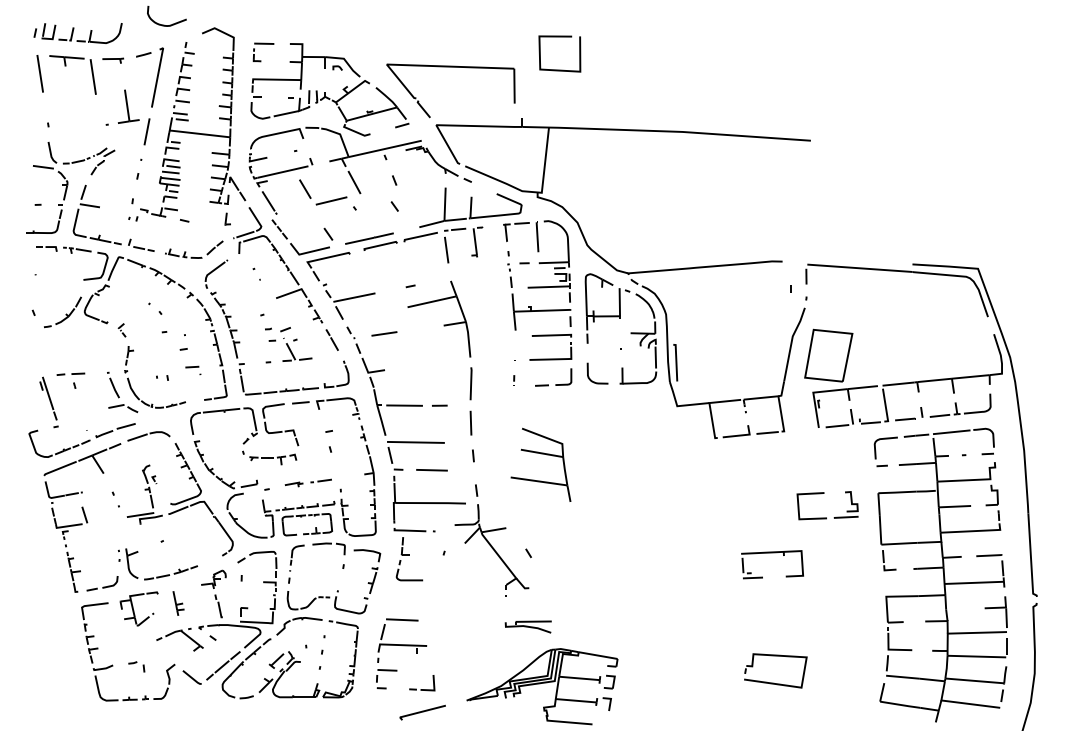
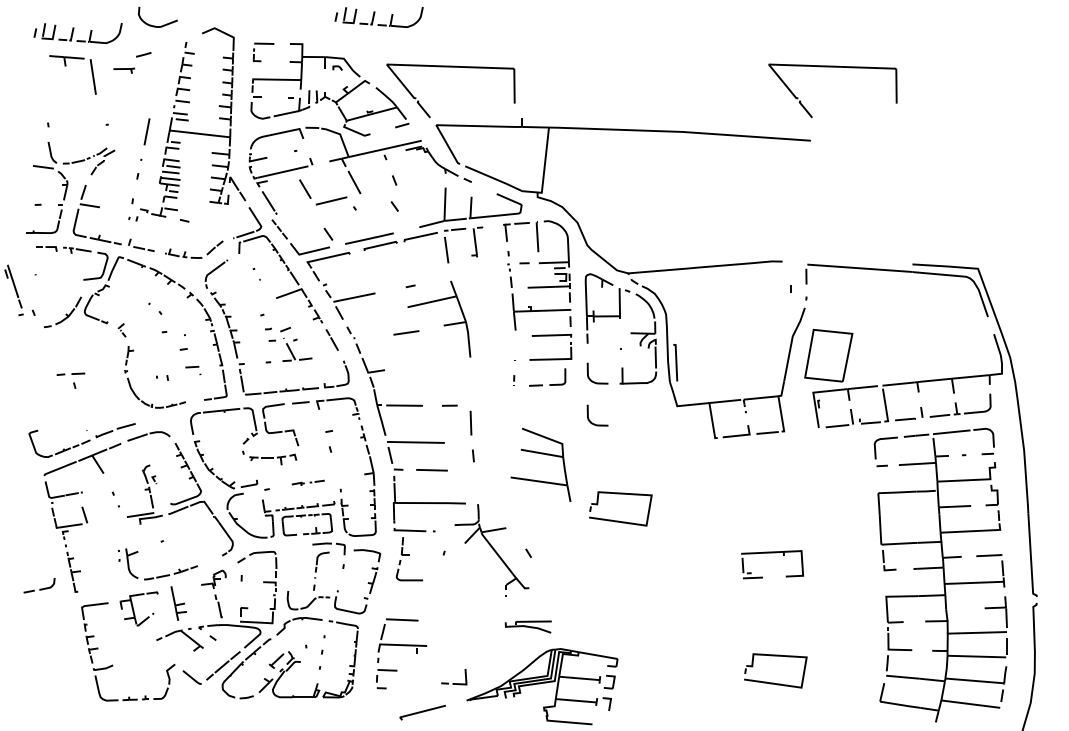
part at (378, 17): none -> present
curve at (164, 24) position: (164, 24) -> (155, 25)
line at (559, 37): present -> none
part at (113, 60) position: (113, 60) -> (124, 70)
part at (832, 67): none -> present
line at (39, 73): present -> none
line at (157, 77): present -> none
part at (128, 106): present -> none
part at (227, 218): present -> none
line at (384, 333) position: (384, 333) -> (406, 332)
line at (470, 383): present -> none
part at (555, 384) position: (555, 384) -> (549, 384)
part at (122, 391): present -> none
part at (48, 402) position: (48, 402) -> (13, 290)
line at (439, 405) position: (439, 405) -> (449, 405)
curve at (591, 421): none -> present
part at (307, 482) size: 48x10 px -> 34x7 px
line at (476, 490): present -> none
part at (826, 517): present -> none
part at (619, 520): none -> present
part at (296, 563) position: (296, 563) -> (321, 570)
part at (102, 583) position: (102, 583) -> (39, 585)
part at (178, 603) size: 13x25 px -> 17x35 px
part at (136, 666): present -> none
part at (422, 683) position: (422, 683) -> (454, 677)
